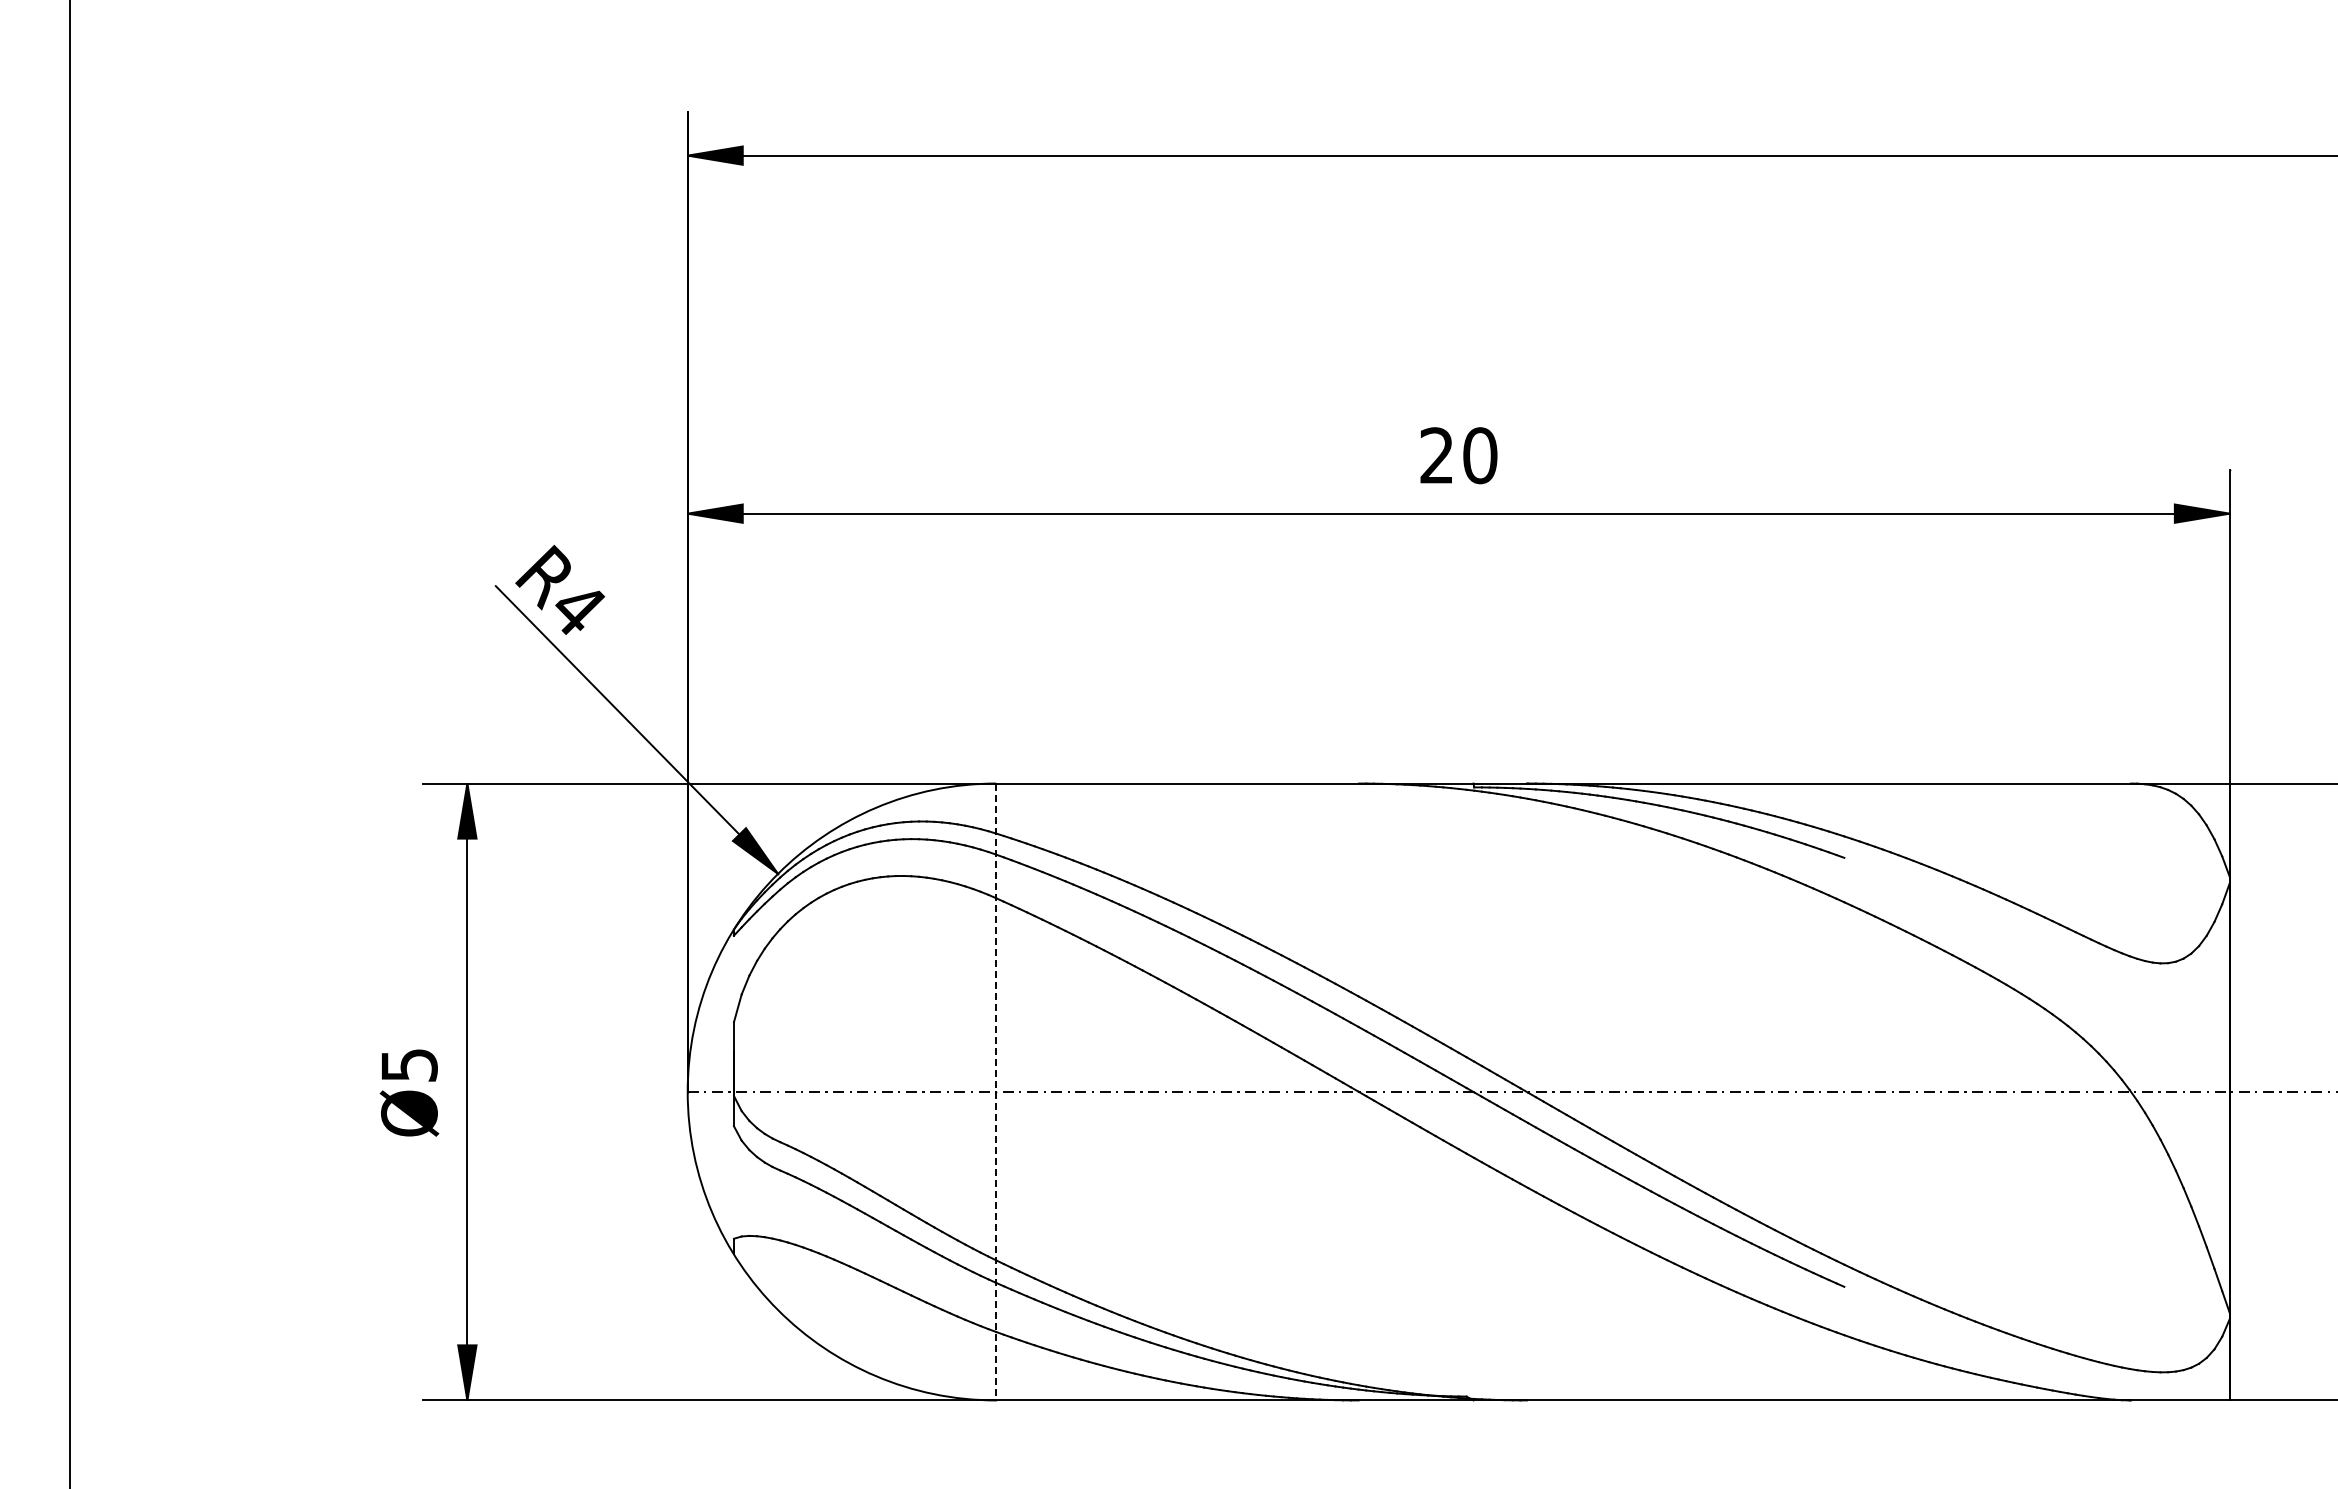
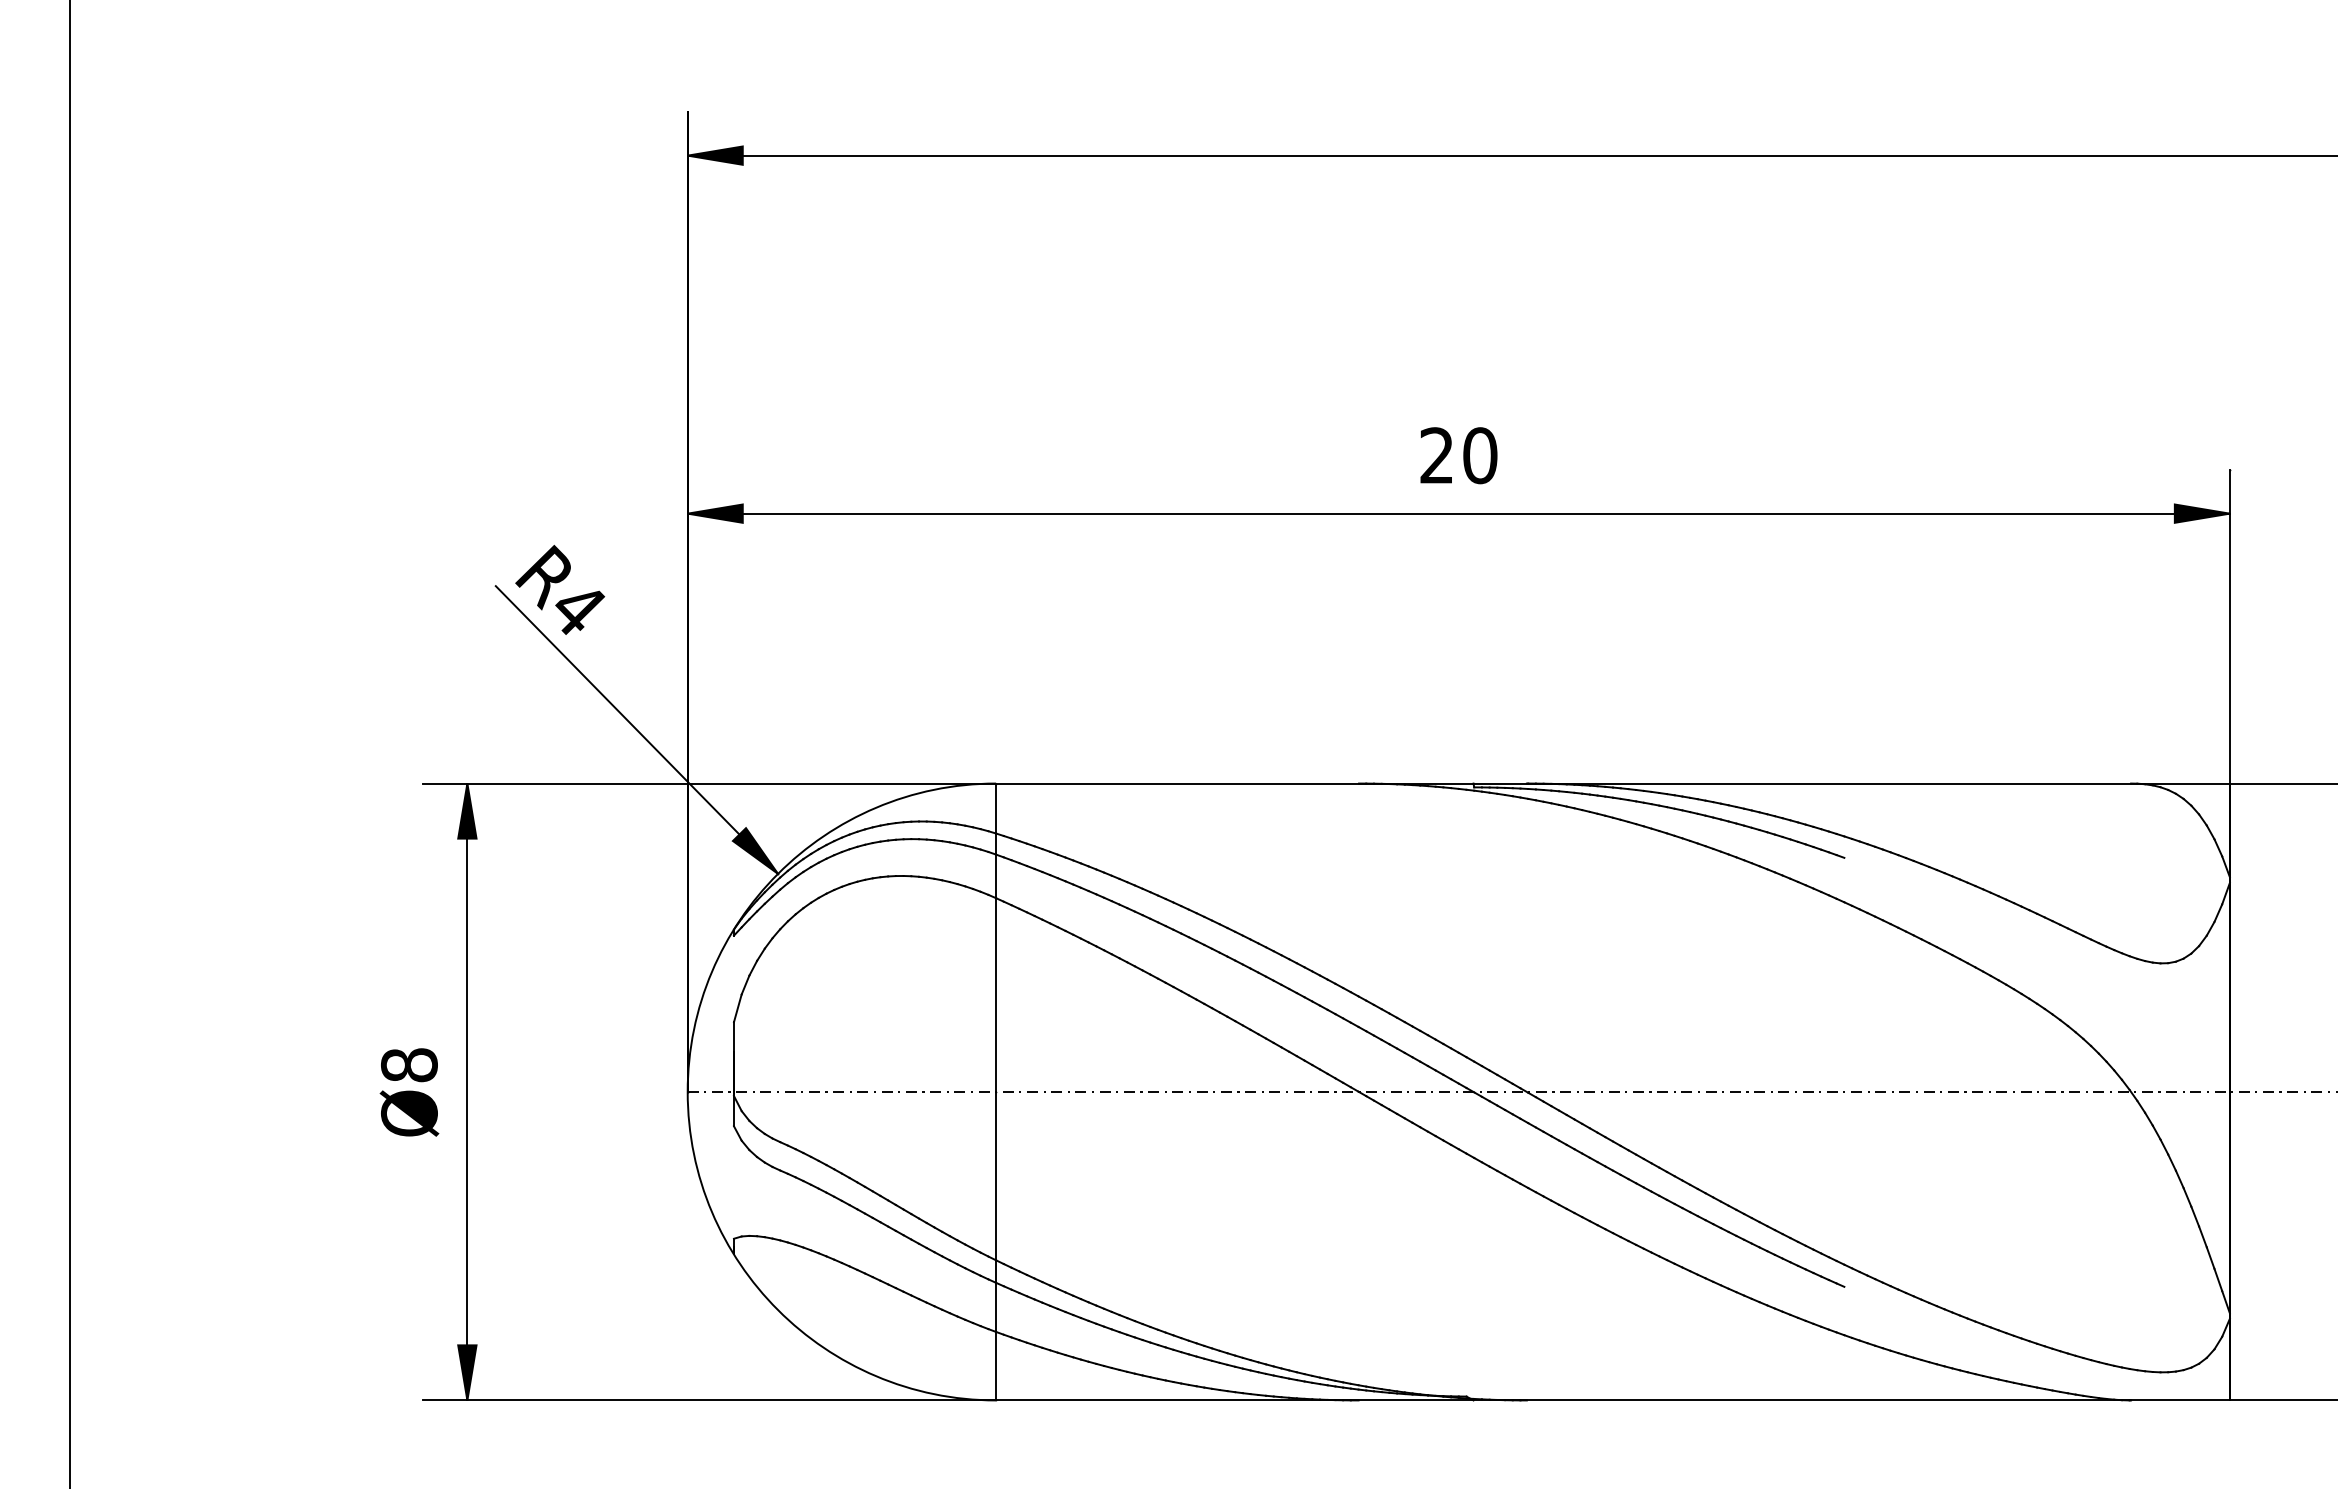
text at (409, 1065): Ø5 -> Ø8
line at (996, 1092): dashed -> solid
